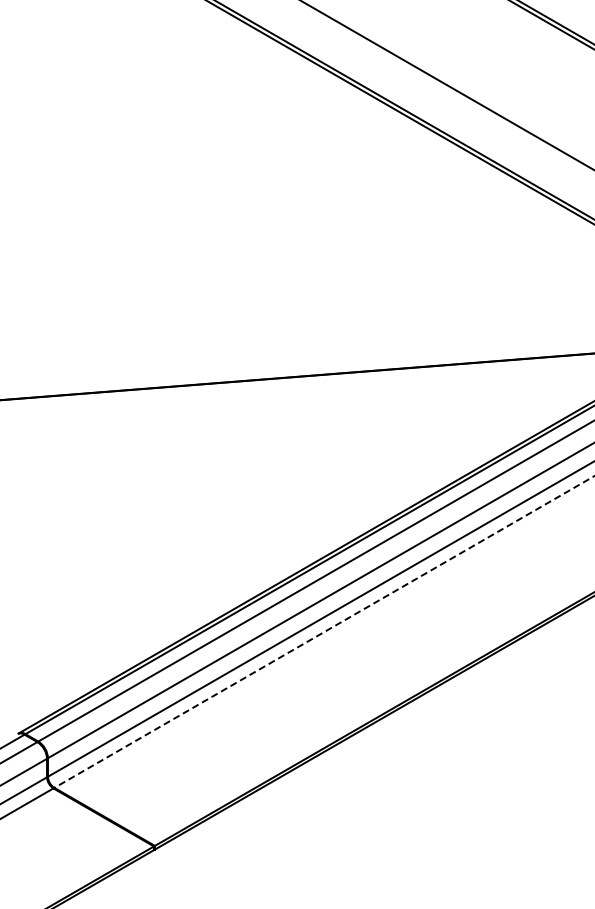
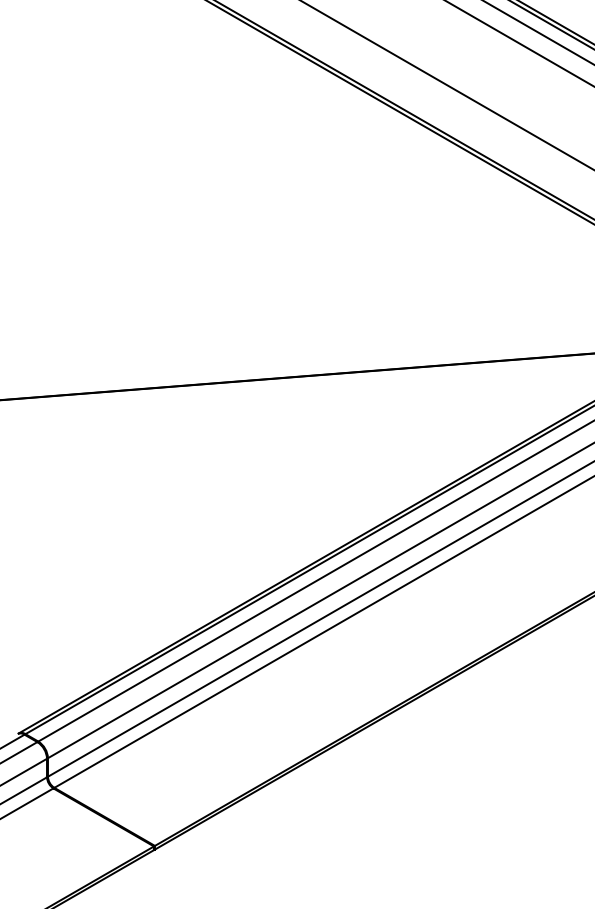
line at (538, 32): none -> present
line at (519, 43): none -> present
line at (324, 631): dashed -> solid
